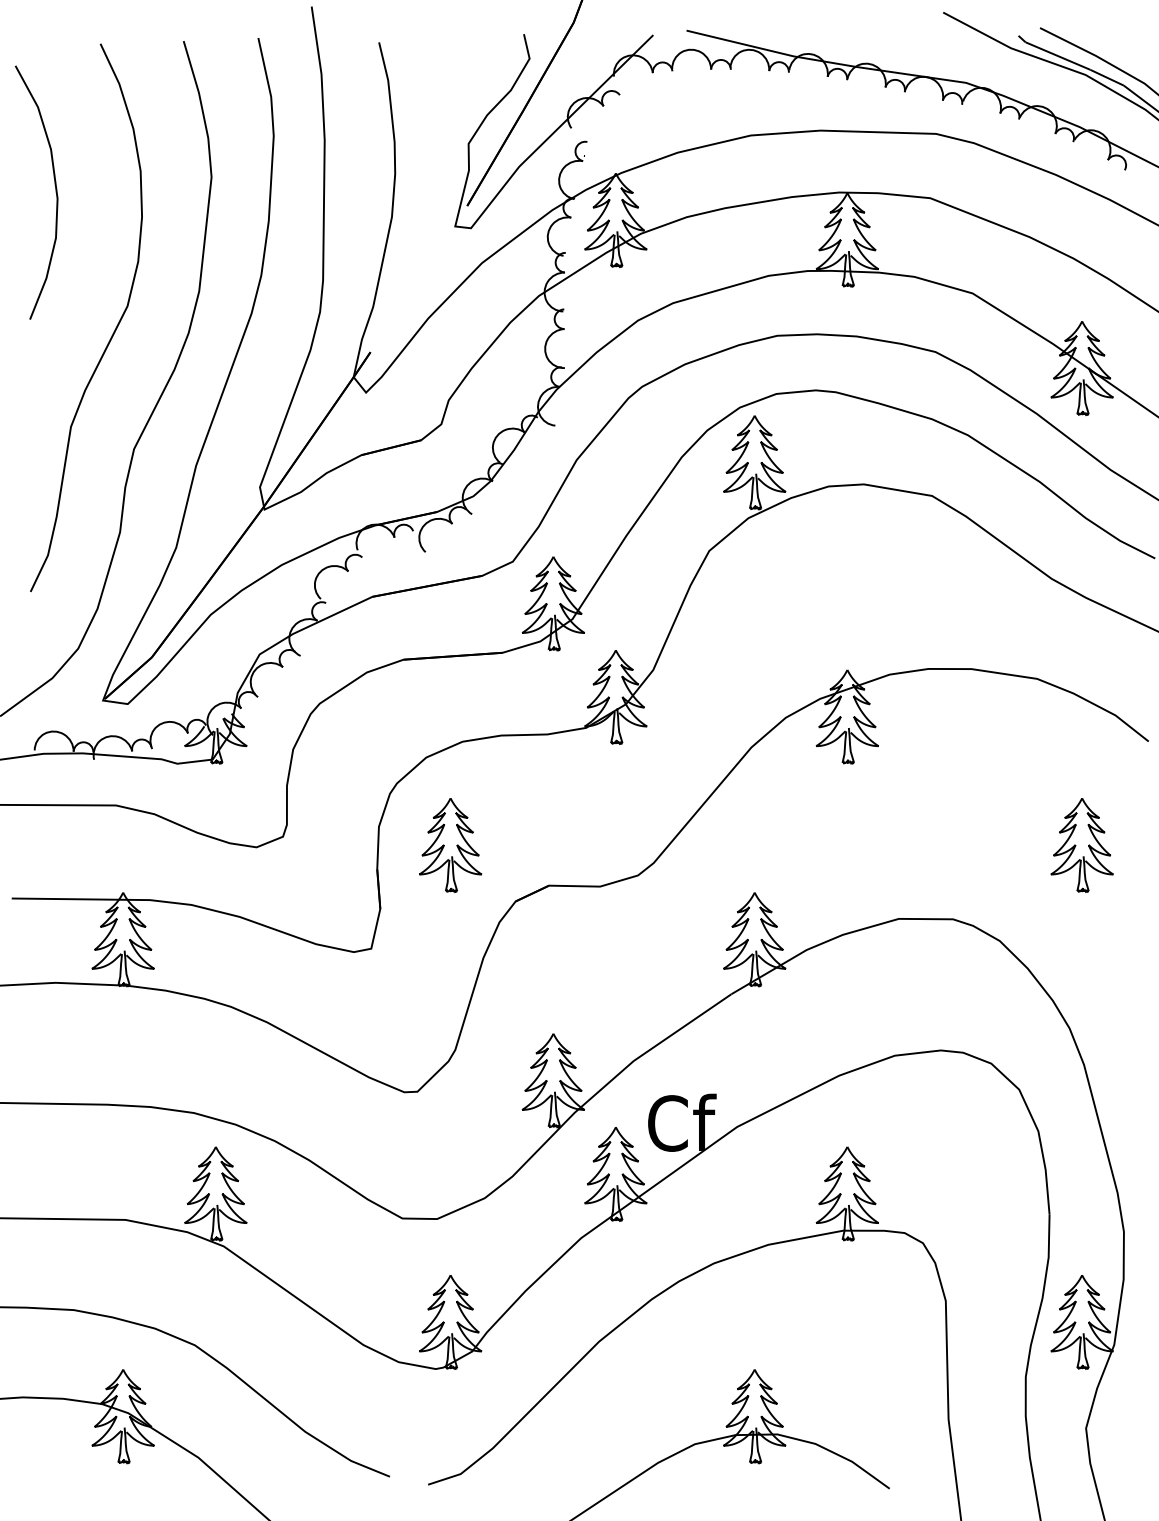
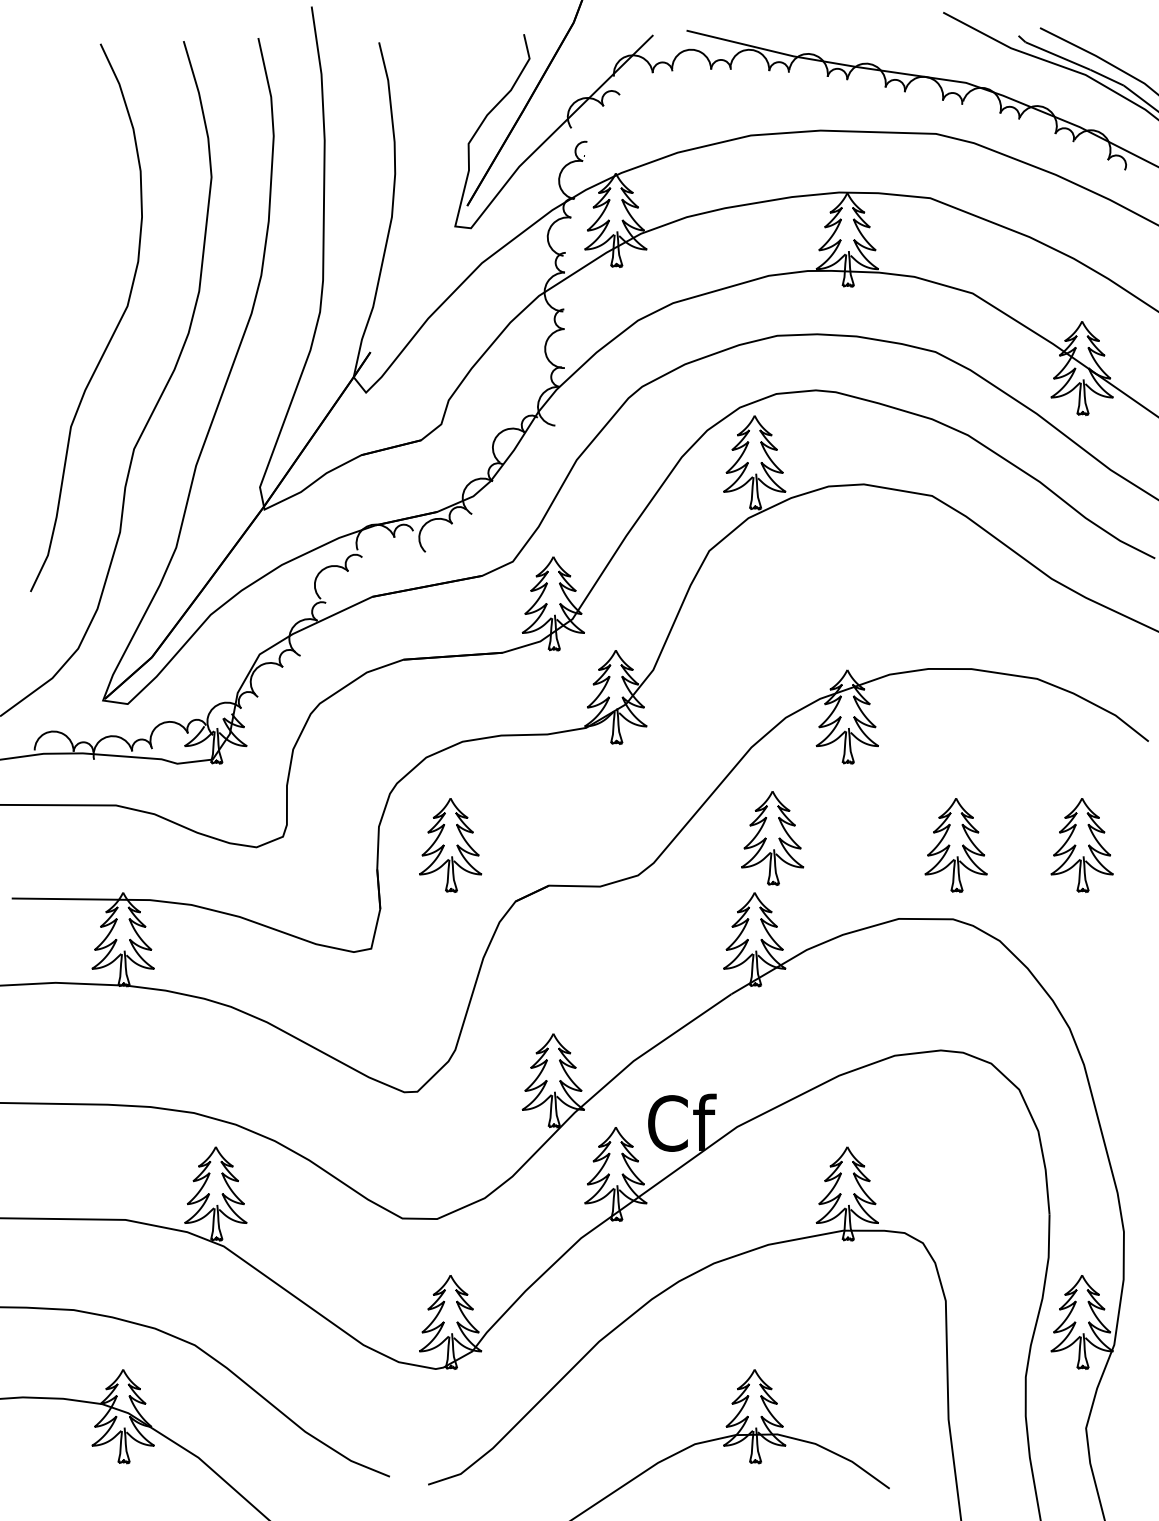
curve at (55, 192): present -> none
part at (772, 838): none -> present
part at (955, 845): none -> present
